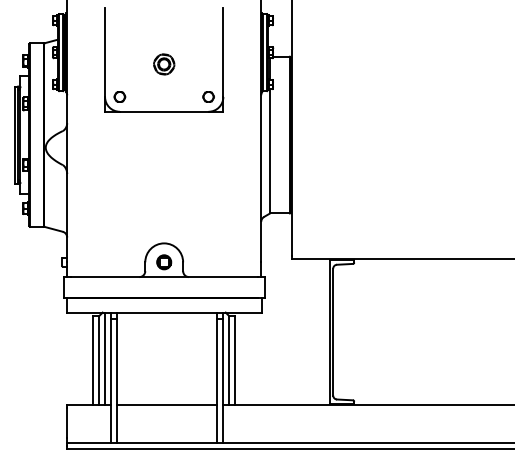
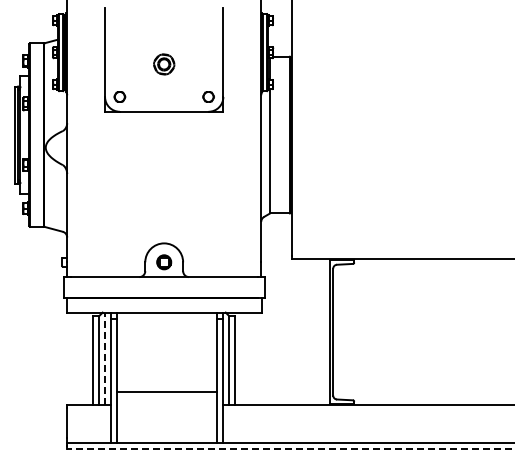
line at (105, 358): solid -> dashed
line at (166, 404) position: (166, 404) -> (166, 391)
line at (290, 449): solid -> dashed
